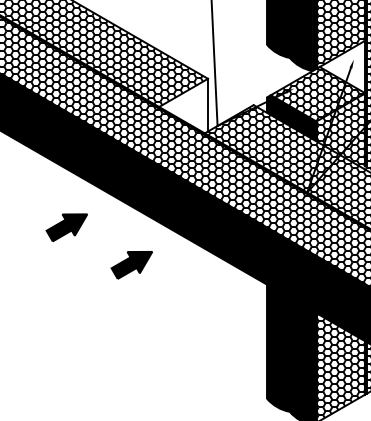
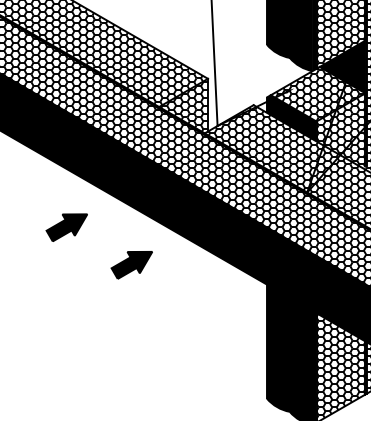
fill at (342, 66): none -> present
hatch at (184, 106): none -> present
